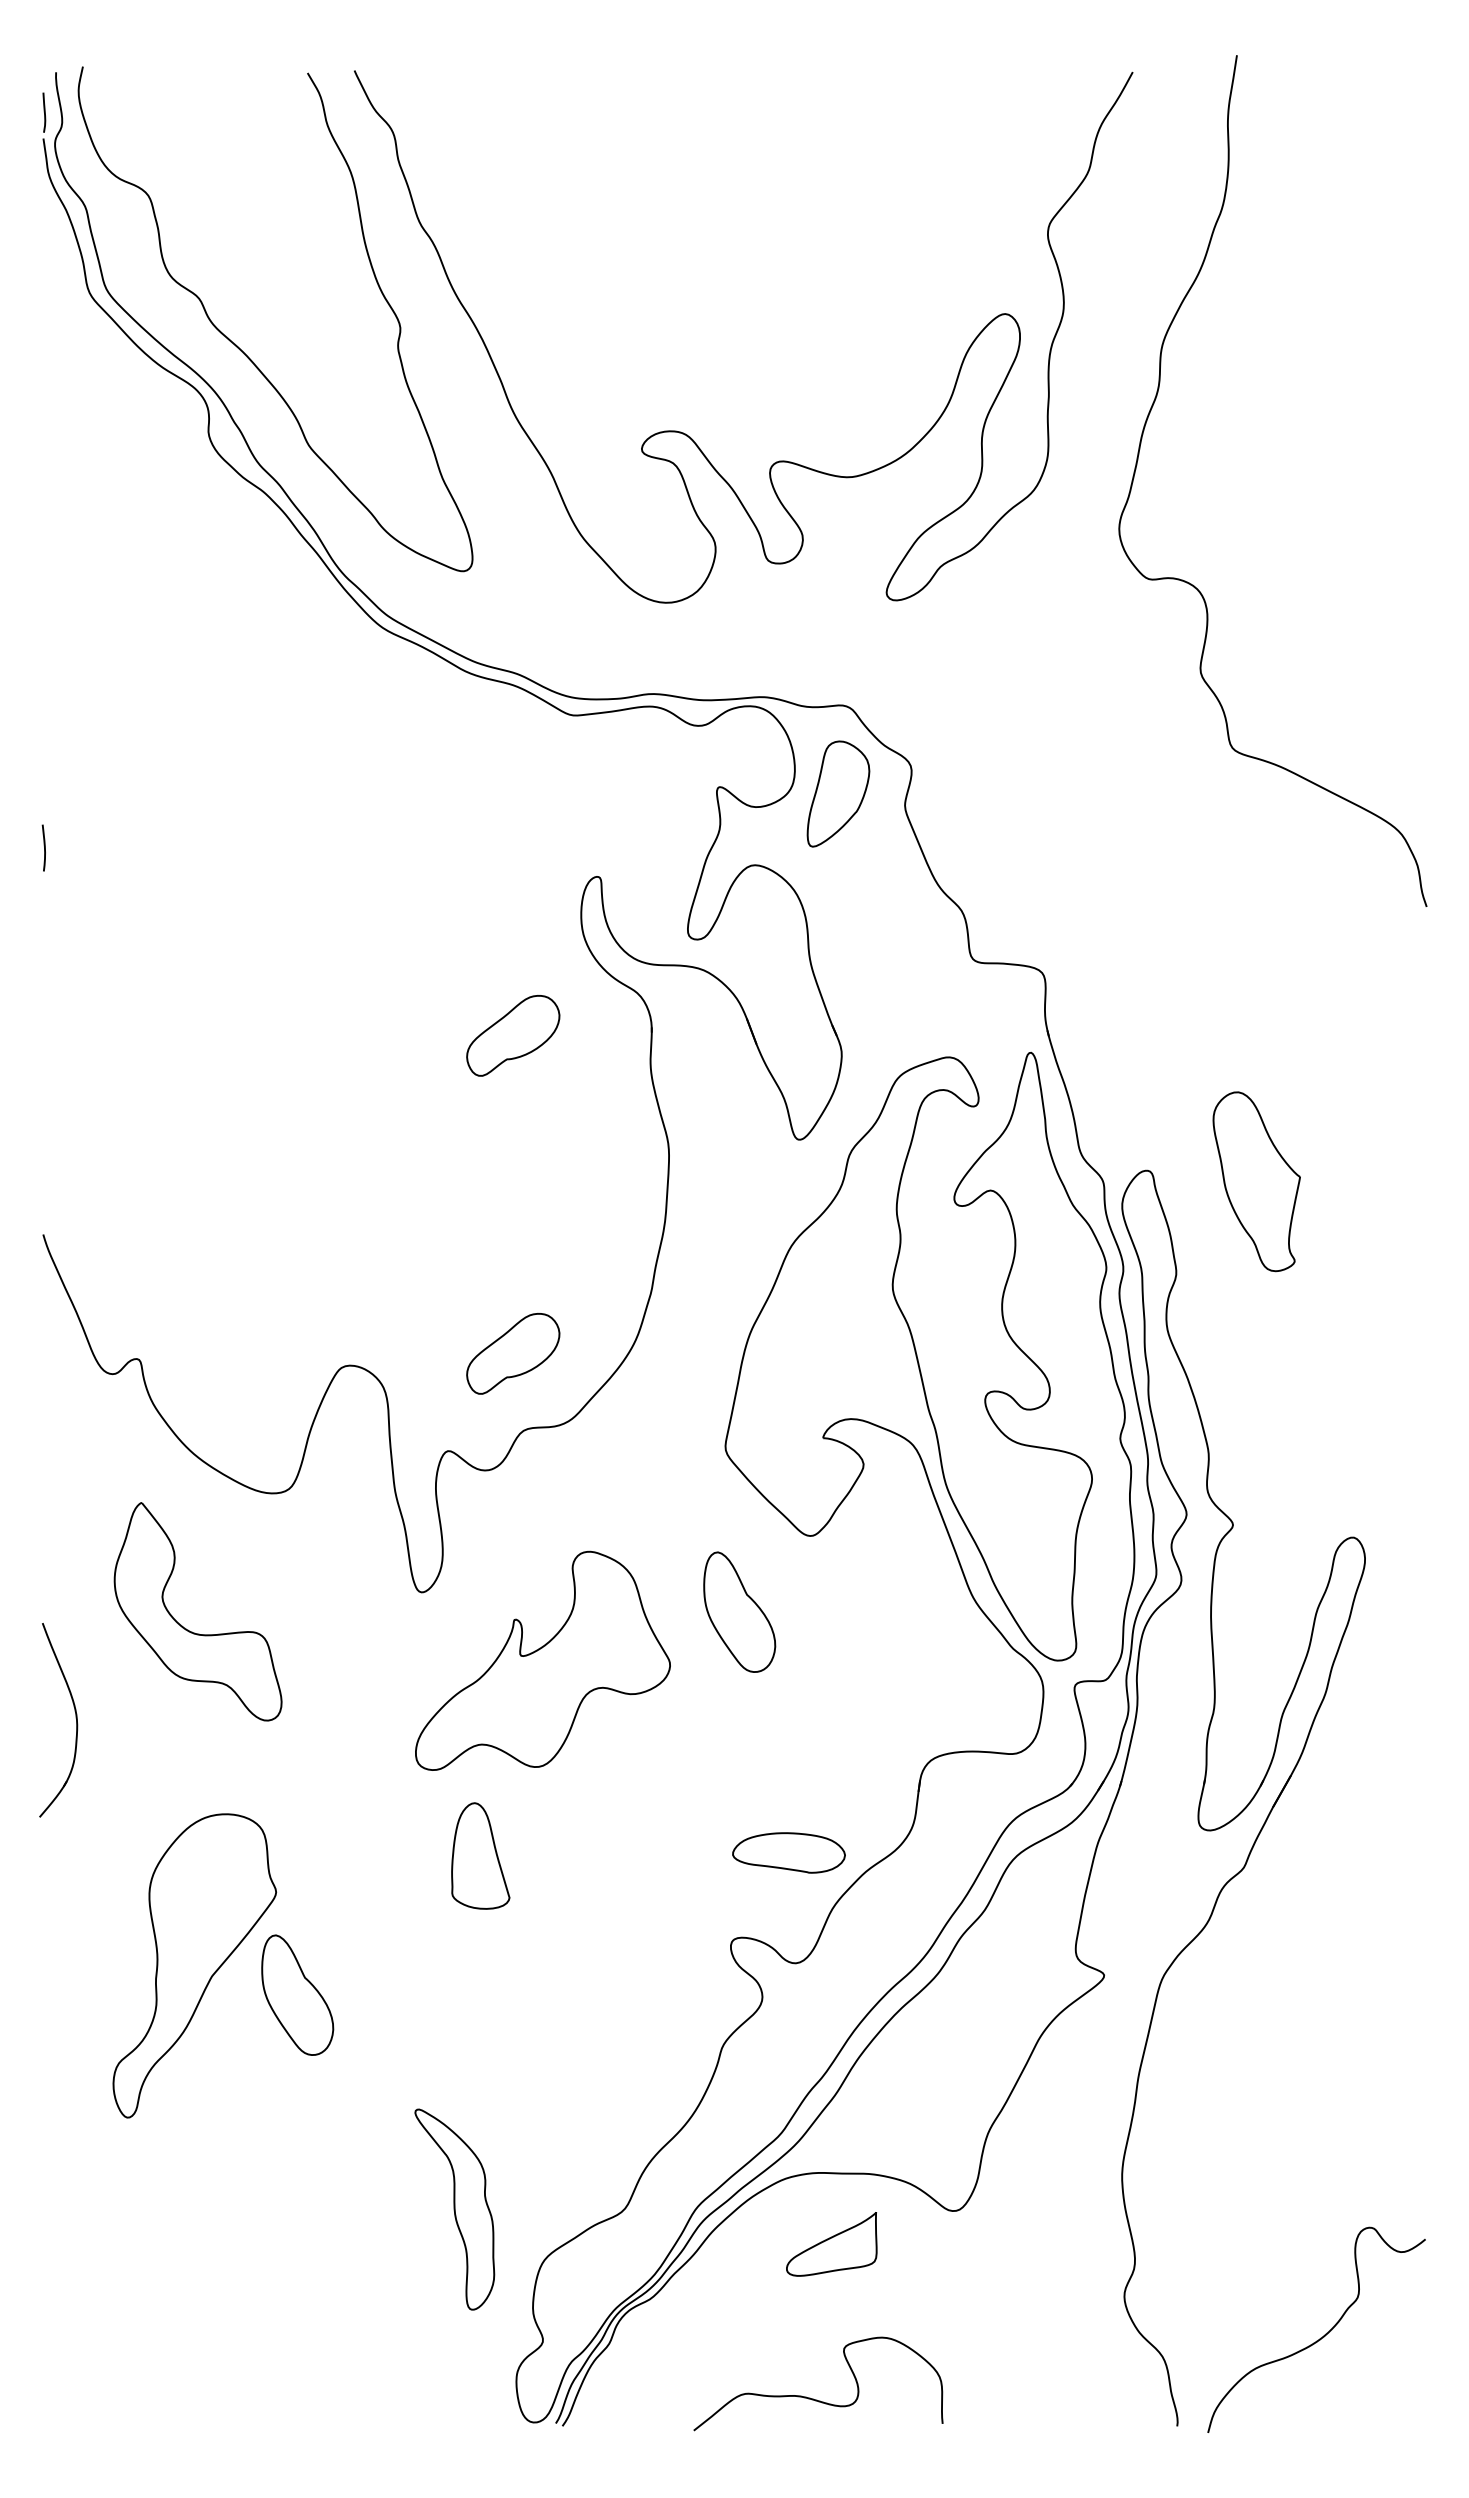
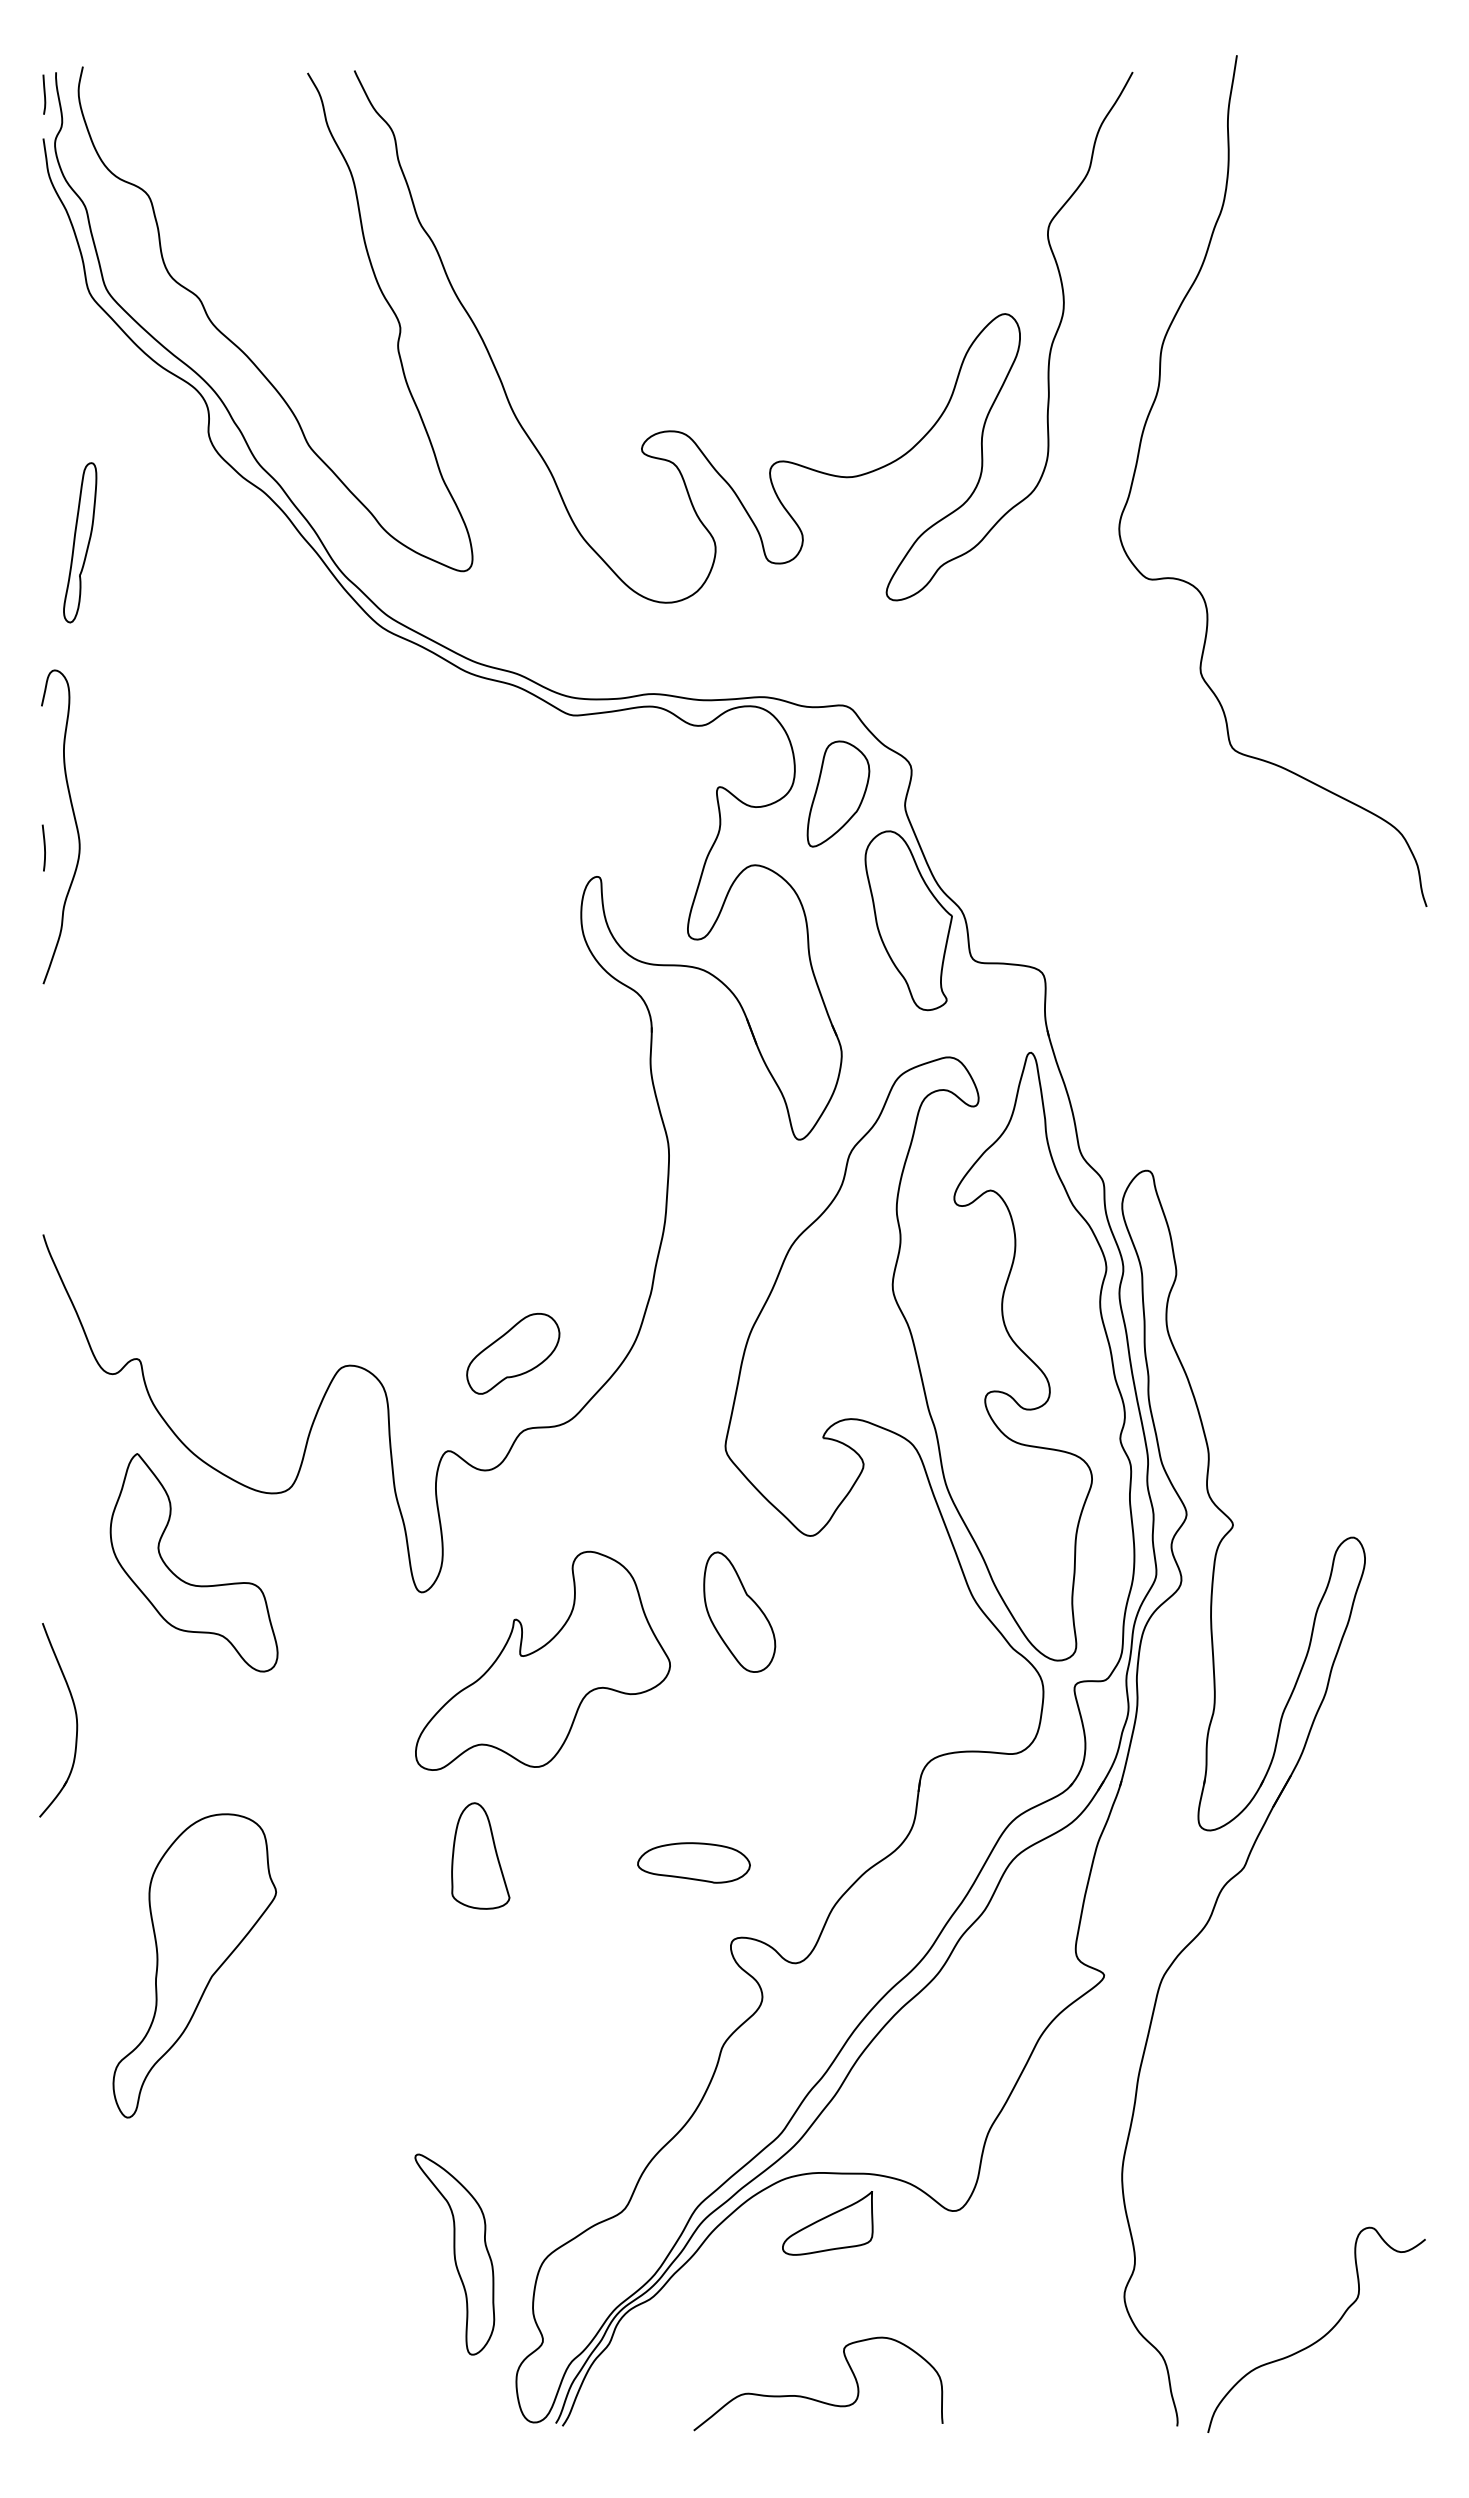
curve at (44, 112) position: (44, 112) -> (44, 94)
part at (80, 542): none -> present
curve at (74, 821): none -> present
part at (513, 1035): present -> none
part at (1256, 1181) position: (1256, 1181) -> (908, 920)
part at (188, 1629) position: (188, 1629) -> (184, 1580)
part at (788, 1852) position: (788, 1852) -> (693, 1862)
part at (297, 1994): present -> none
part at (454, 2209) position: (454, 2209) -> (454, 2254)
part at (831, 2244) position: (831, 2244) -> (827, 2223)
